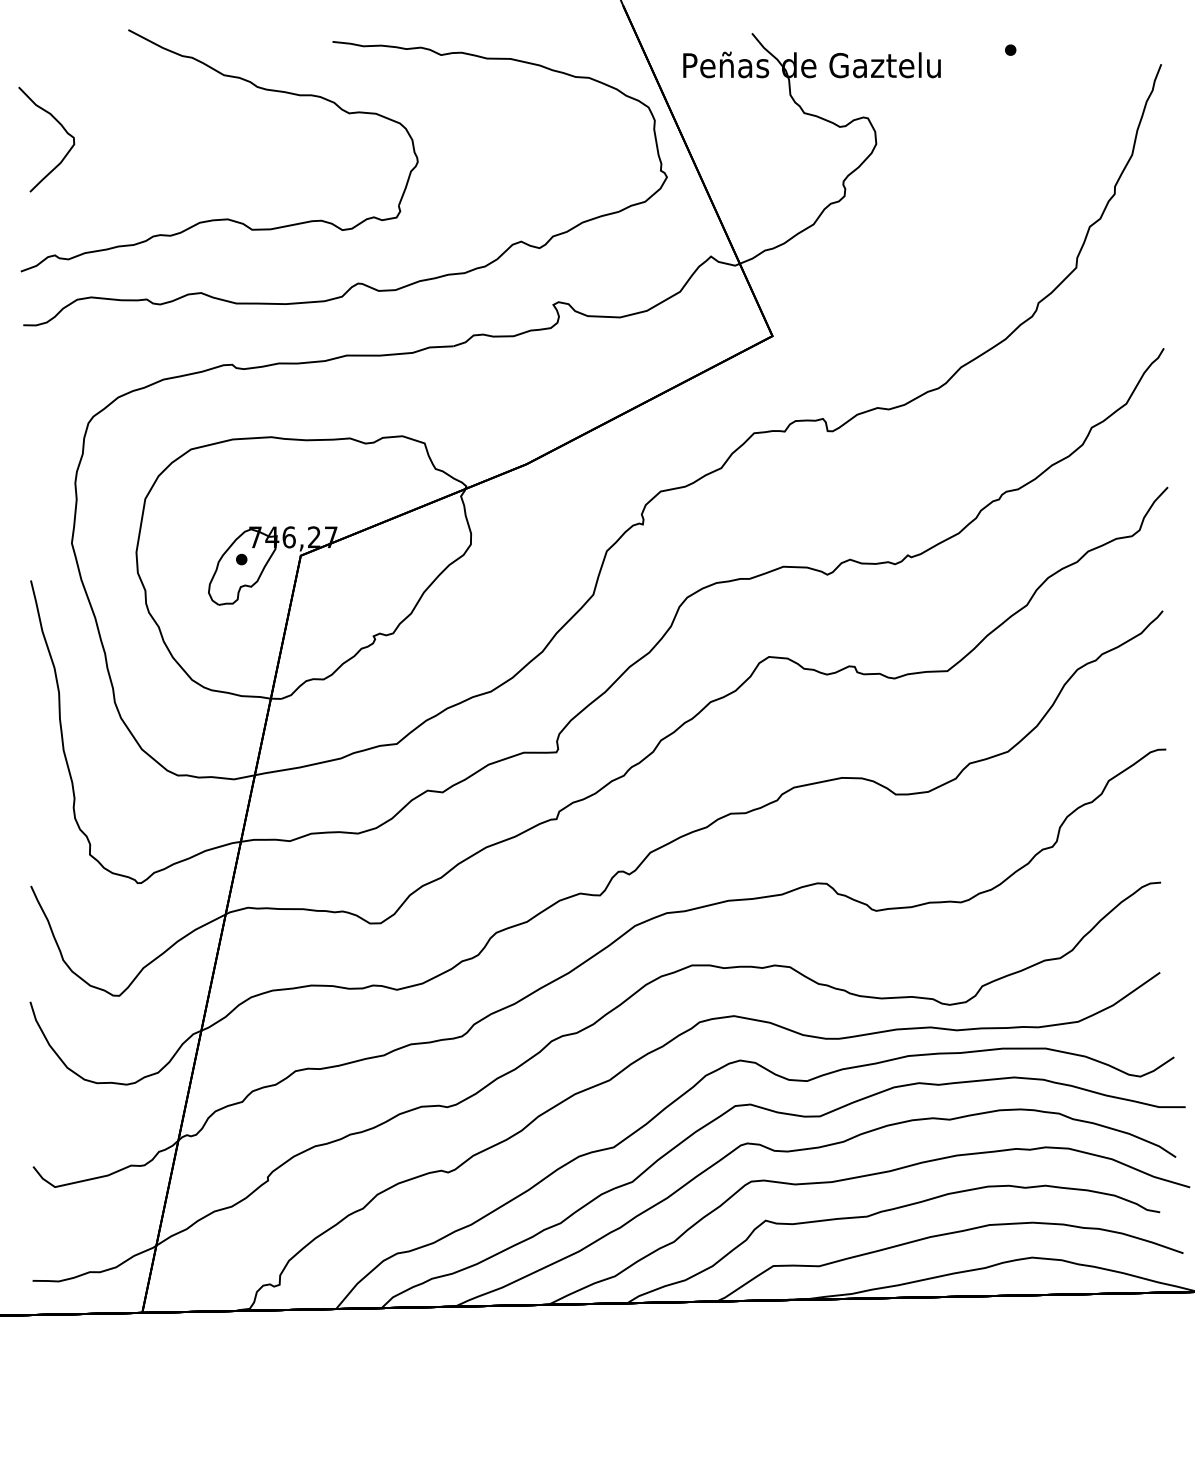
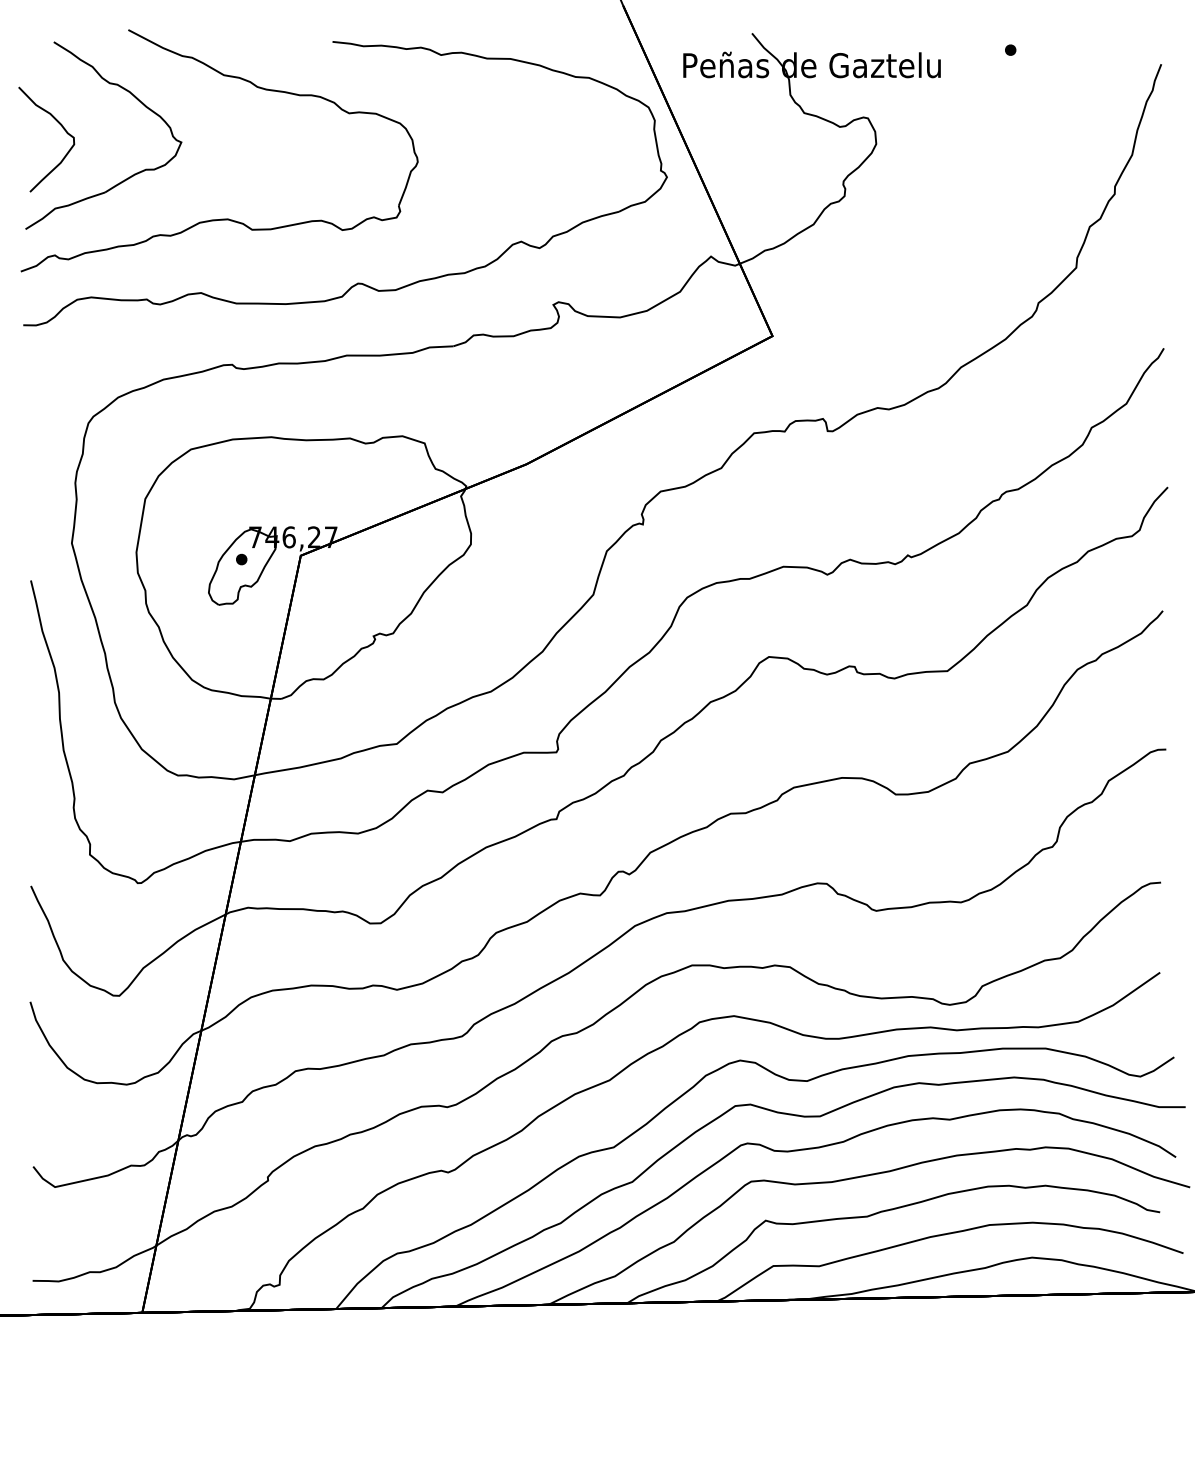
part at (127, 177): none -> present
